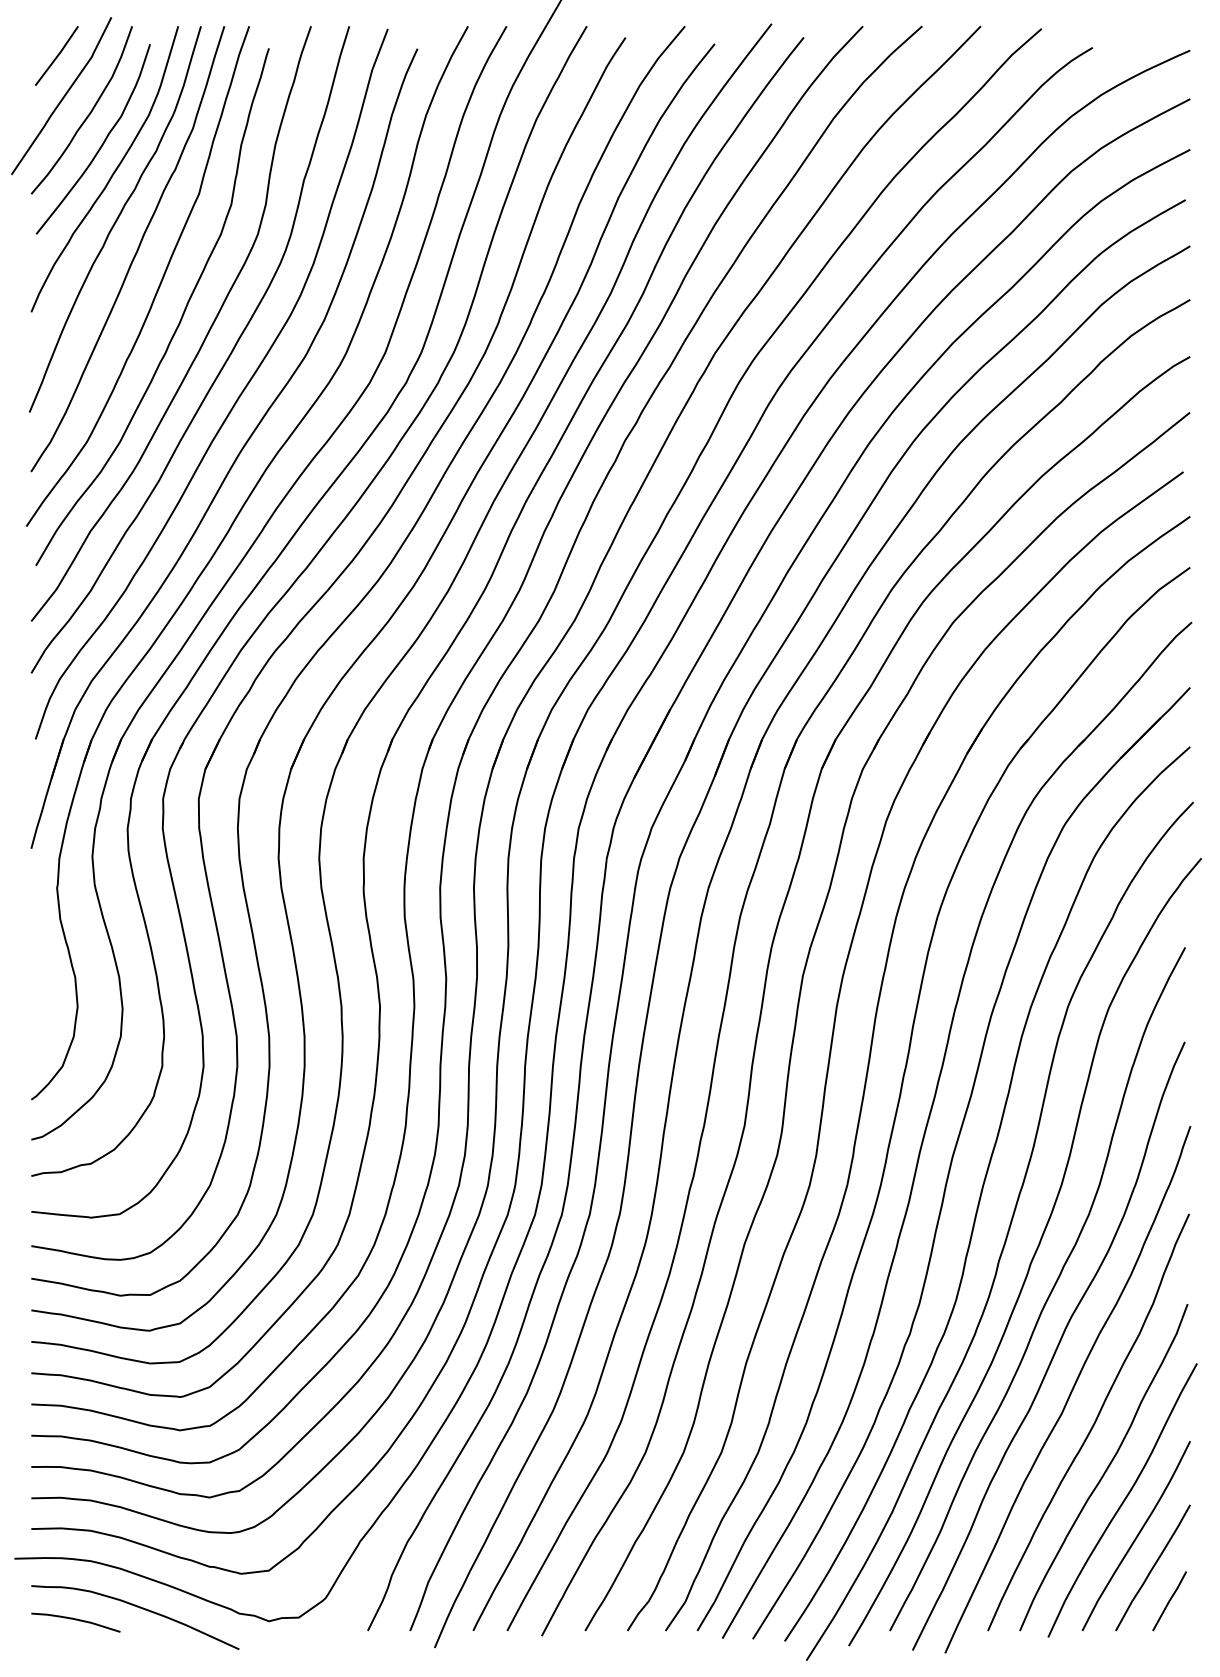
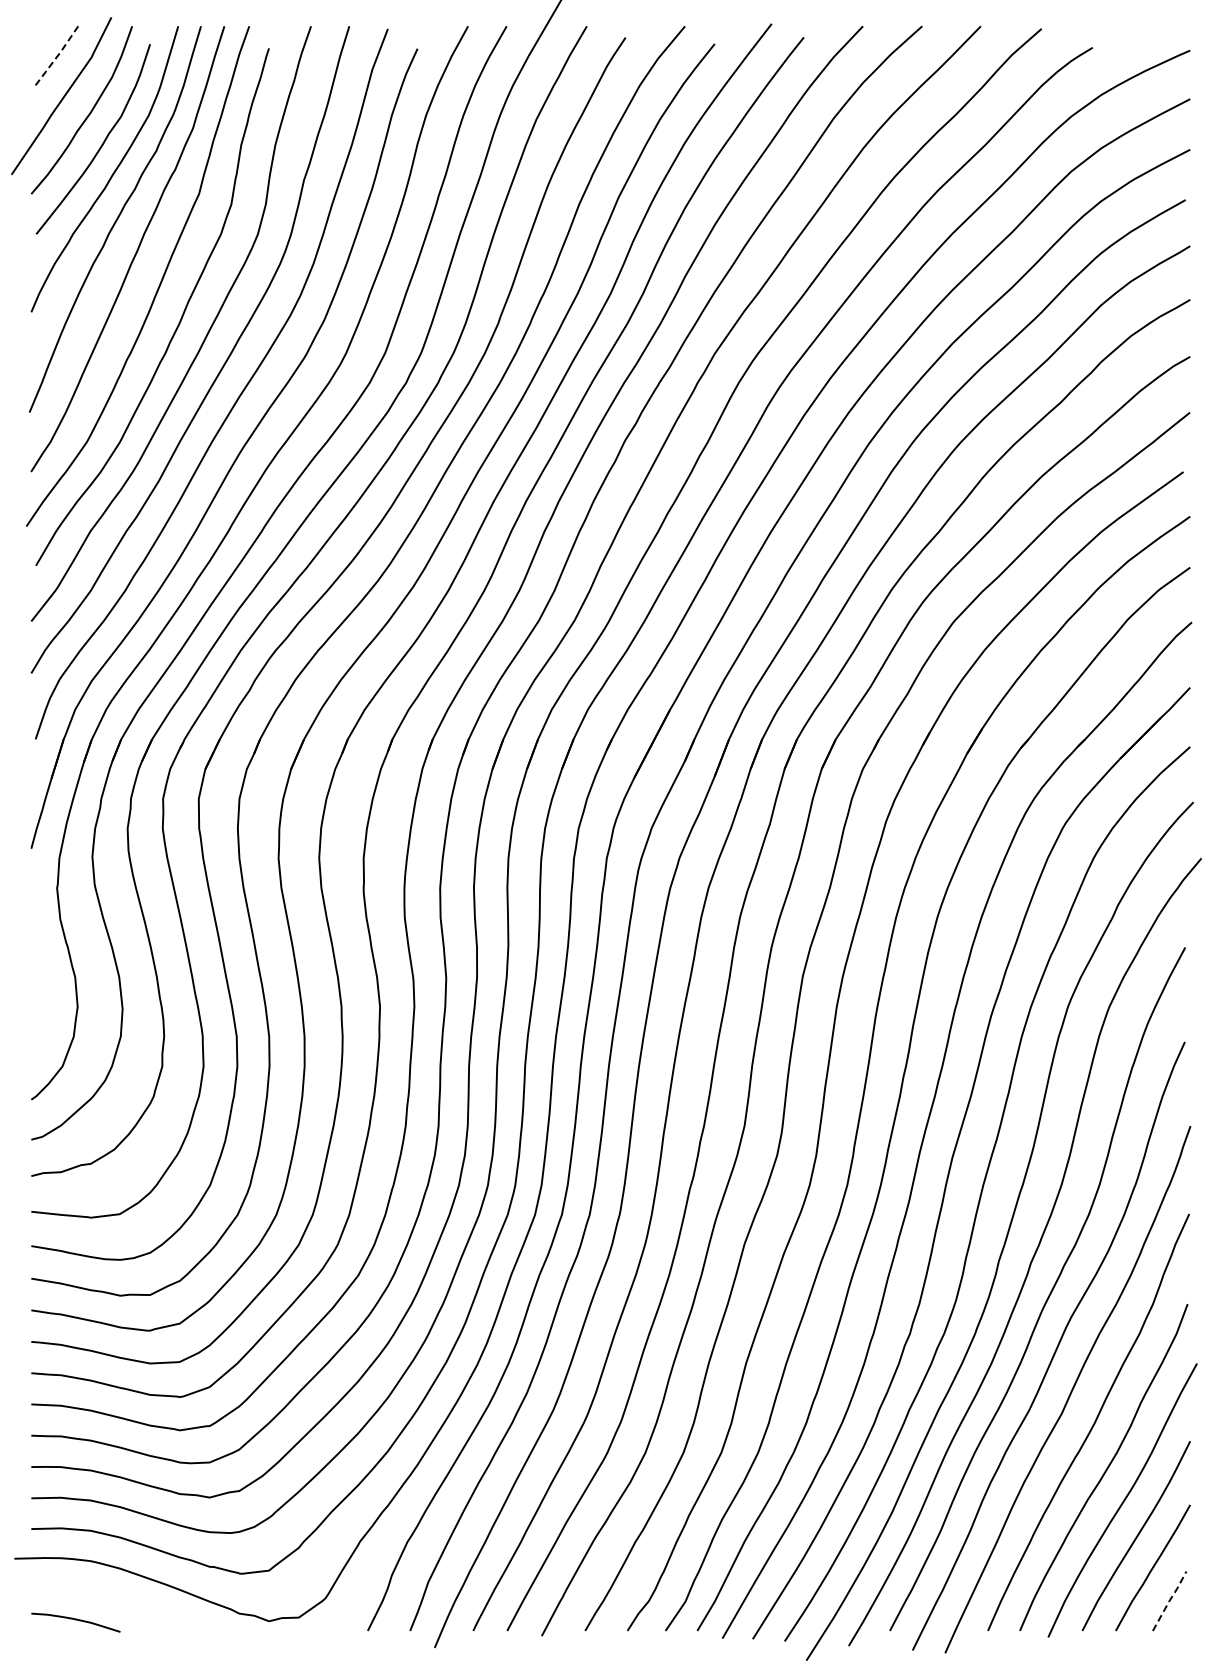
line at (57, 56): solid -> dashed
line at (1169, 1600): solid -> dashed
curve at (139, 1608): present -> none
